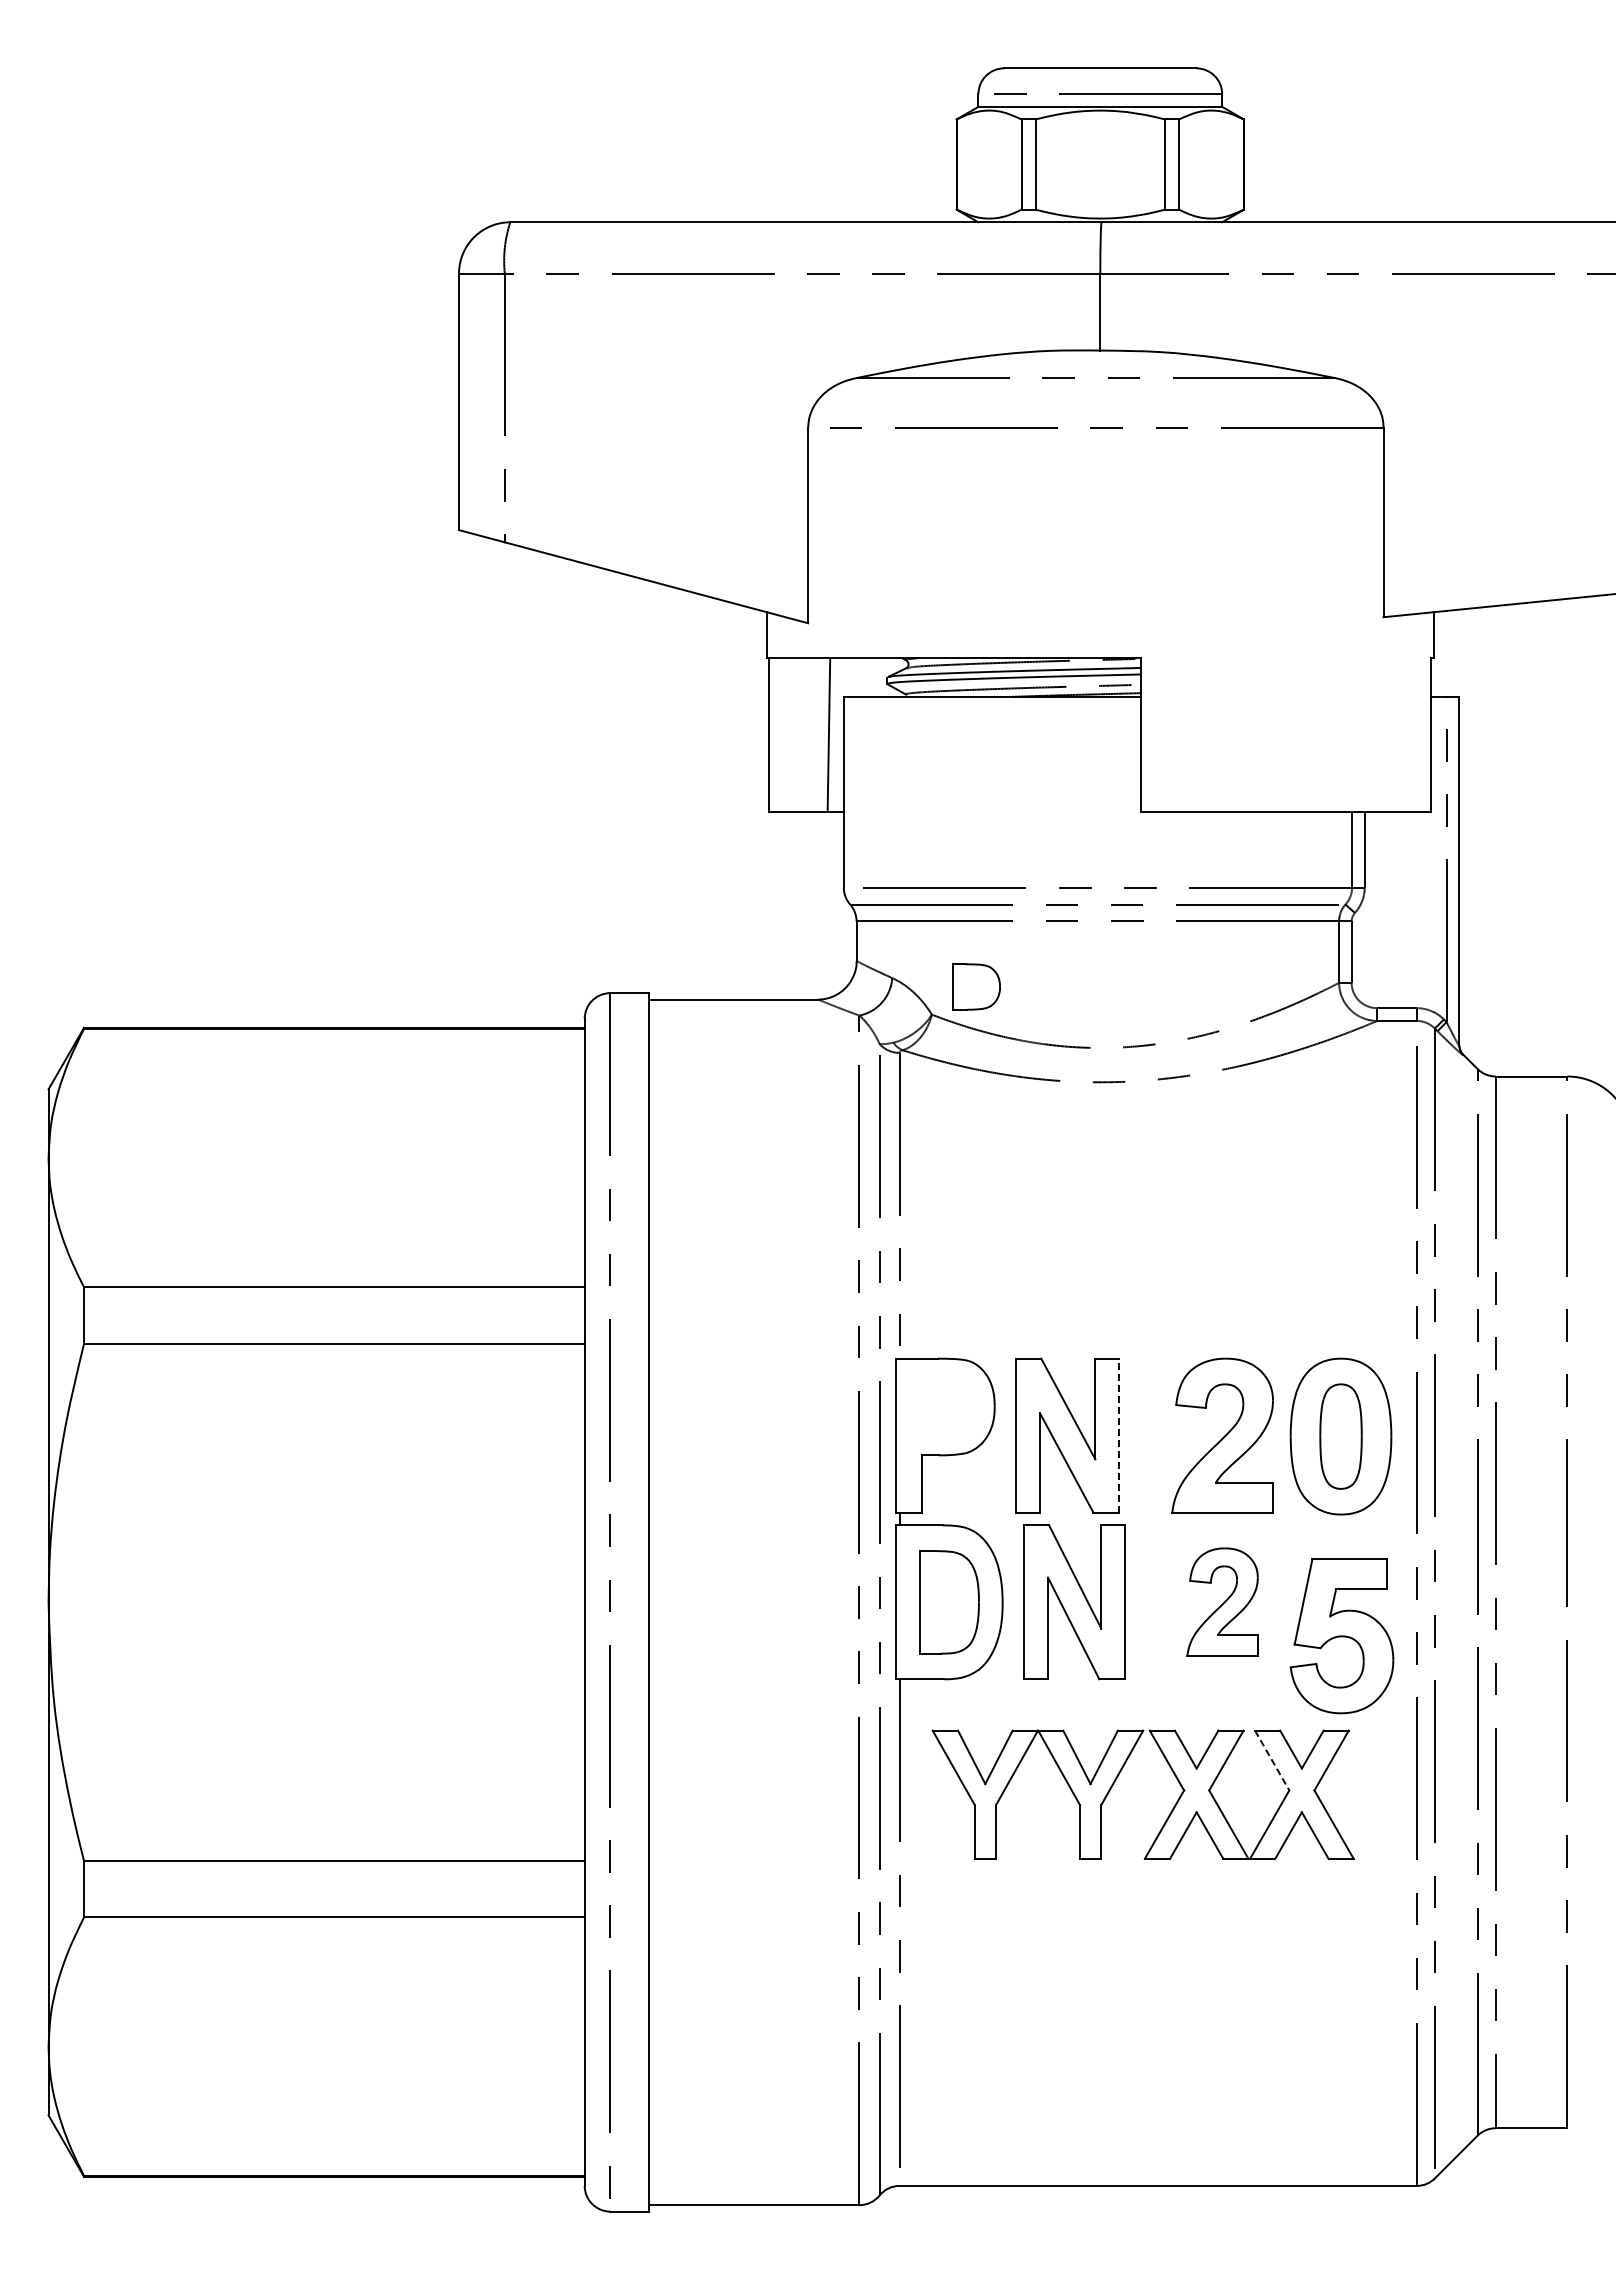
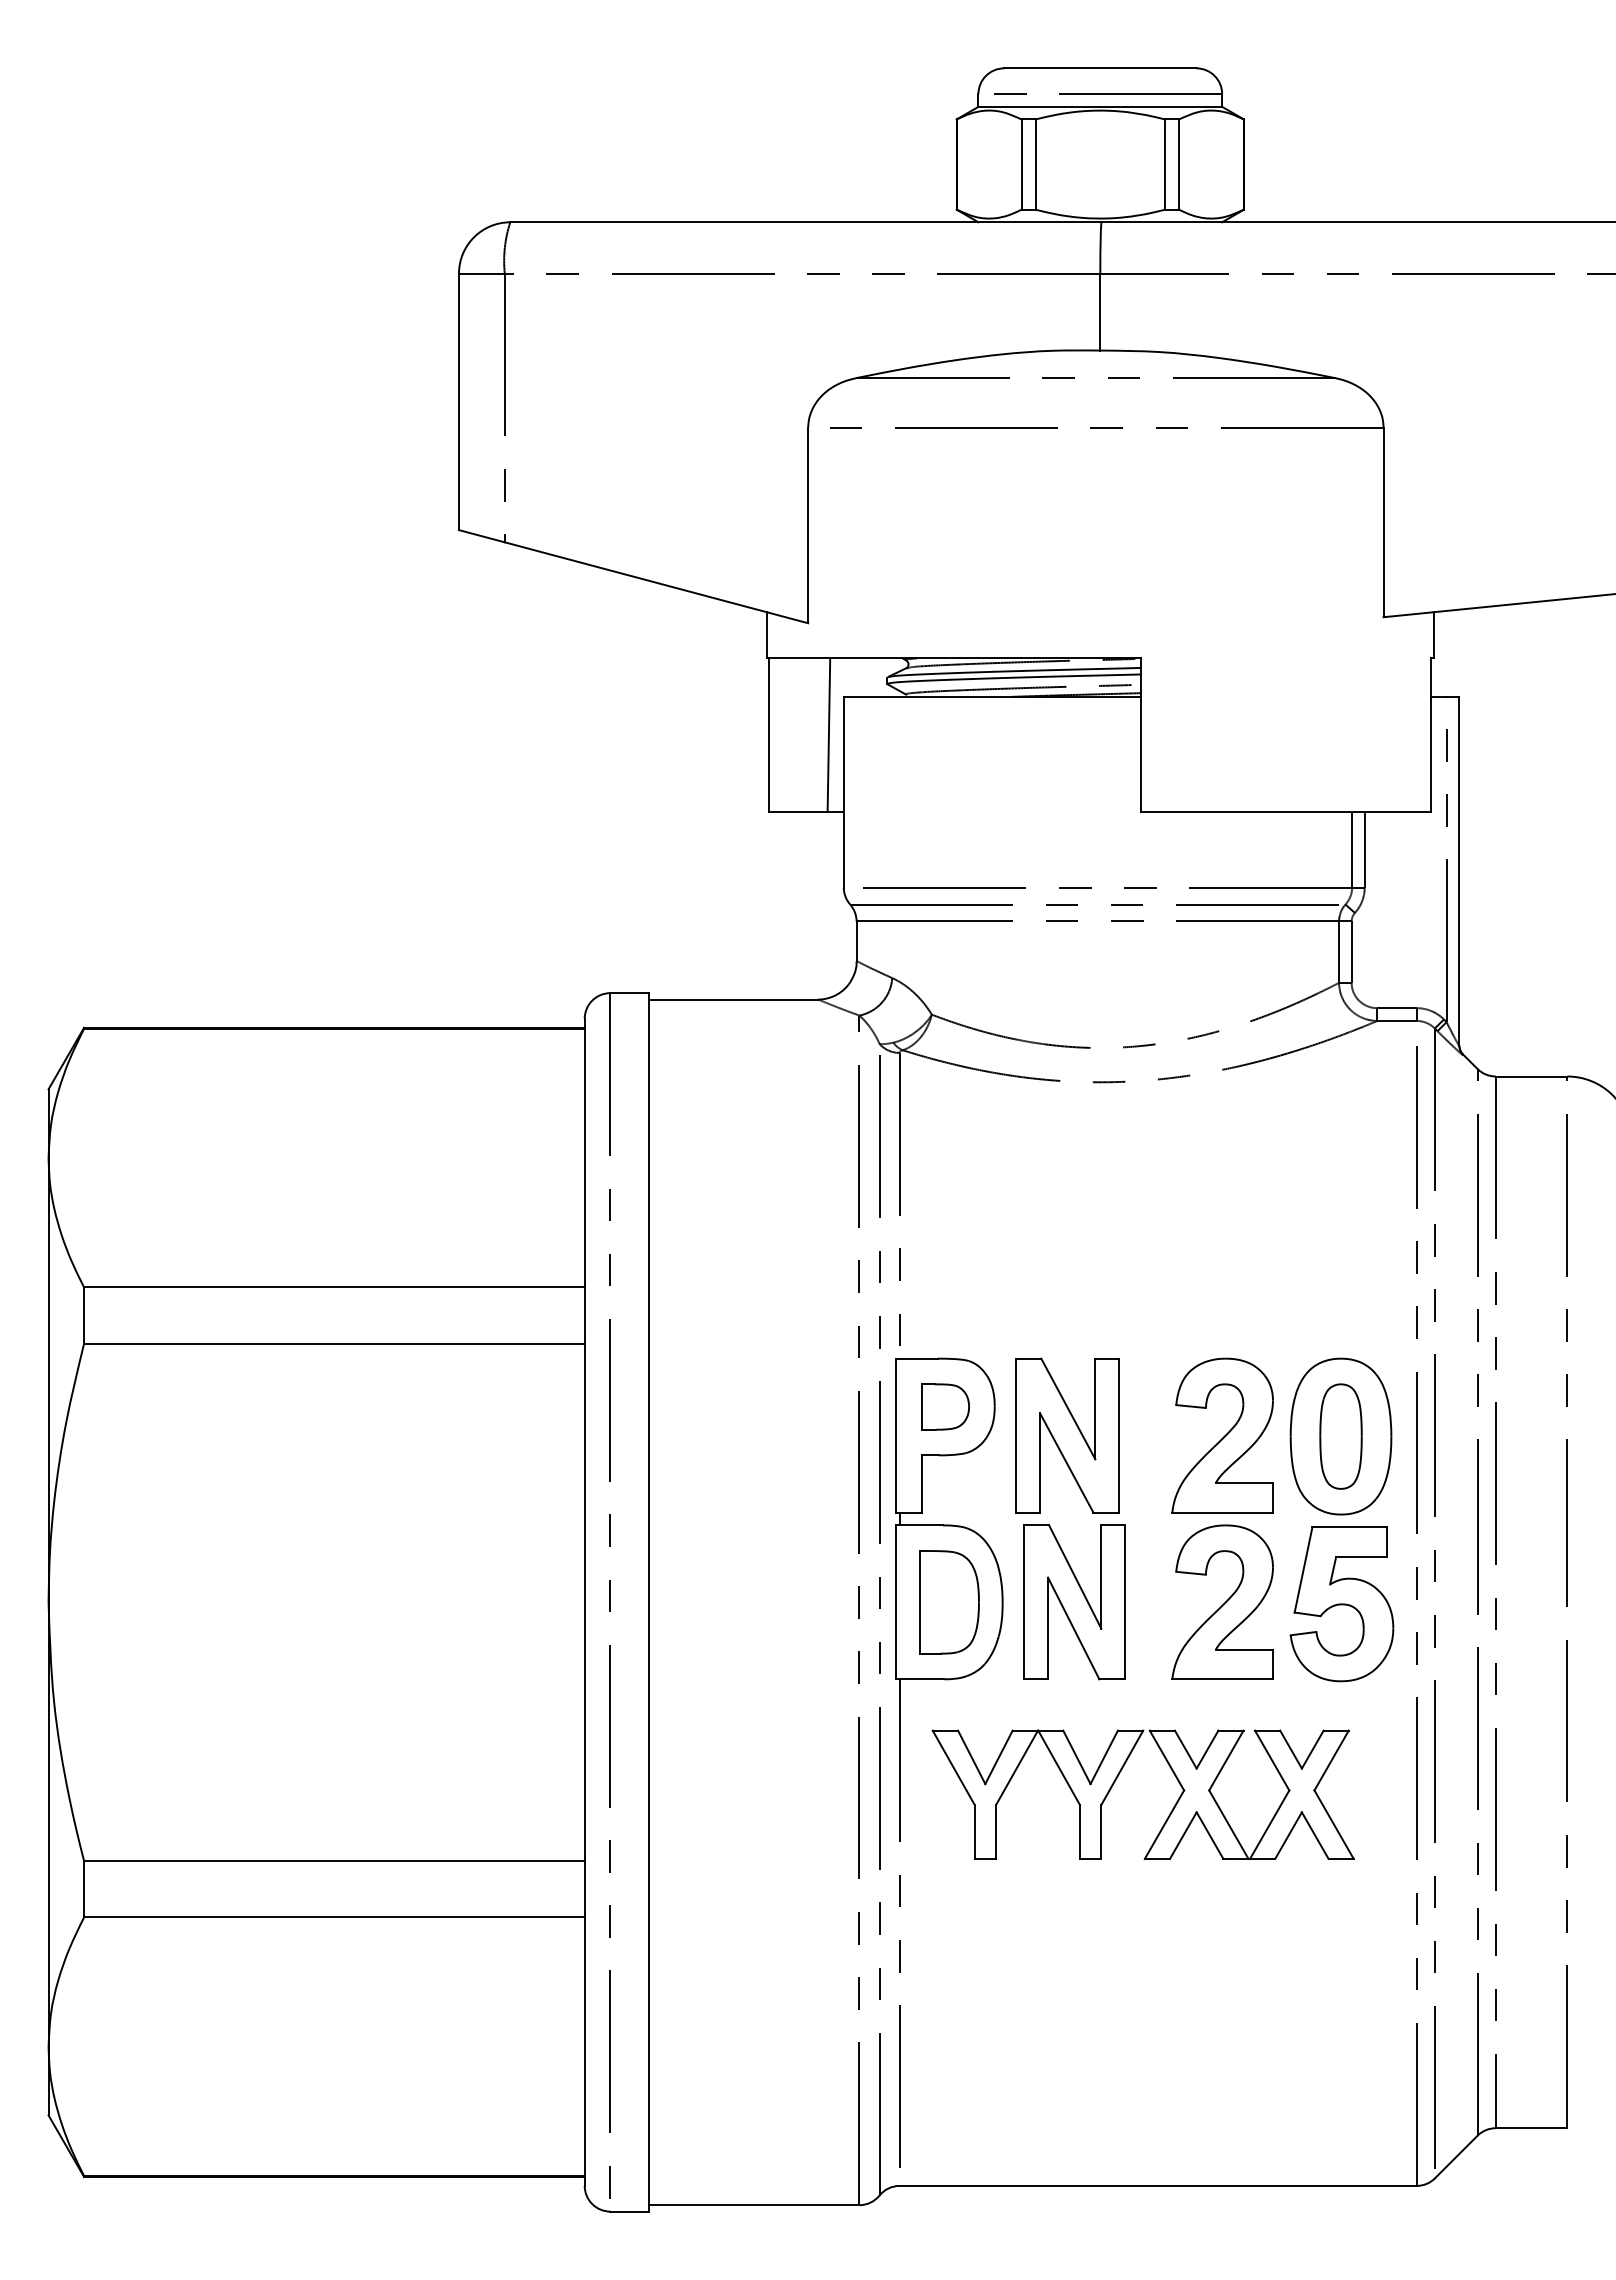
part at (976, 986) position: (976, 986) -> (945, 1406)
line at (1119, 1435): dashed -> solid
part at (1222, 1601) size: 73x110 px -> 103x156 px
part at (1341, 1636) position: (1341, 1636) -> (1341, 1604)
line at (1272, 1760): dashed -> solid
